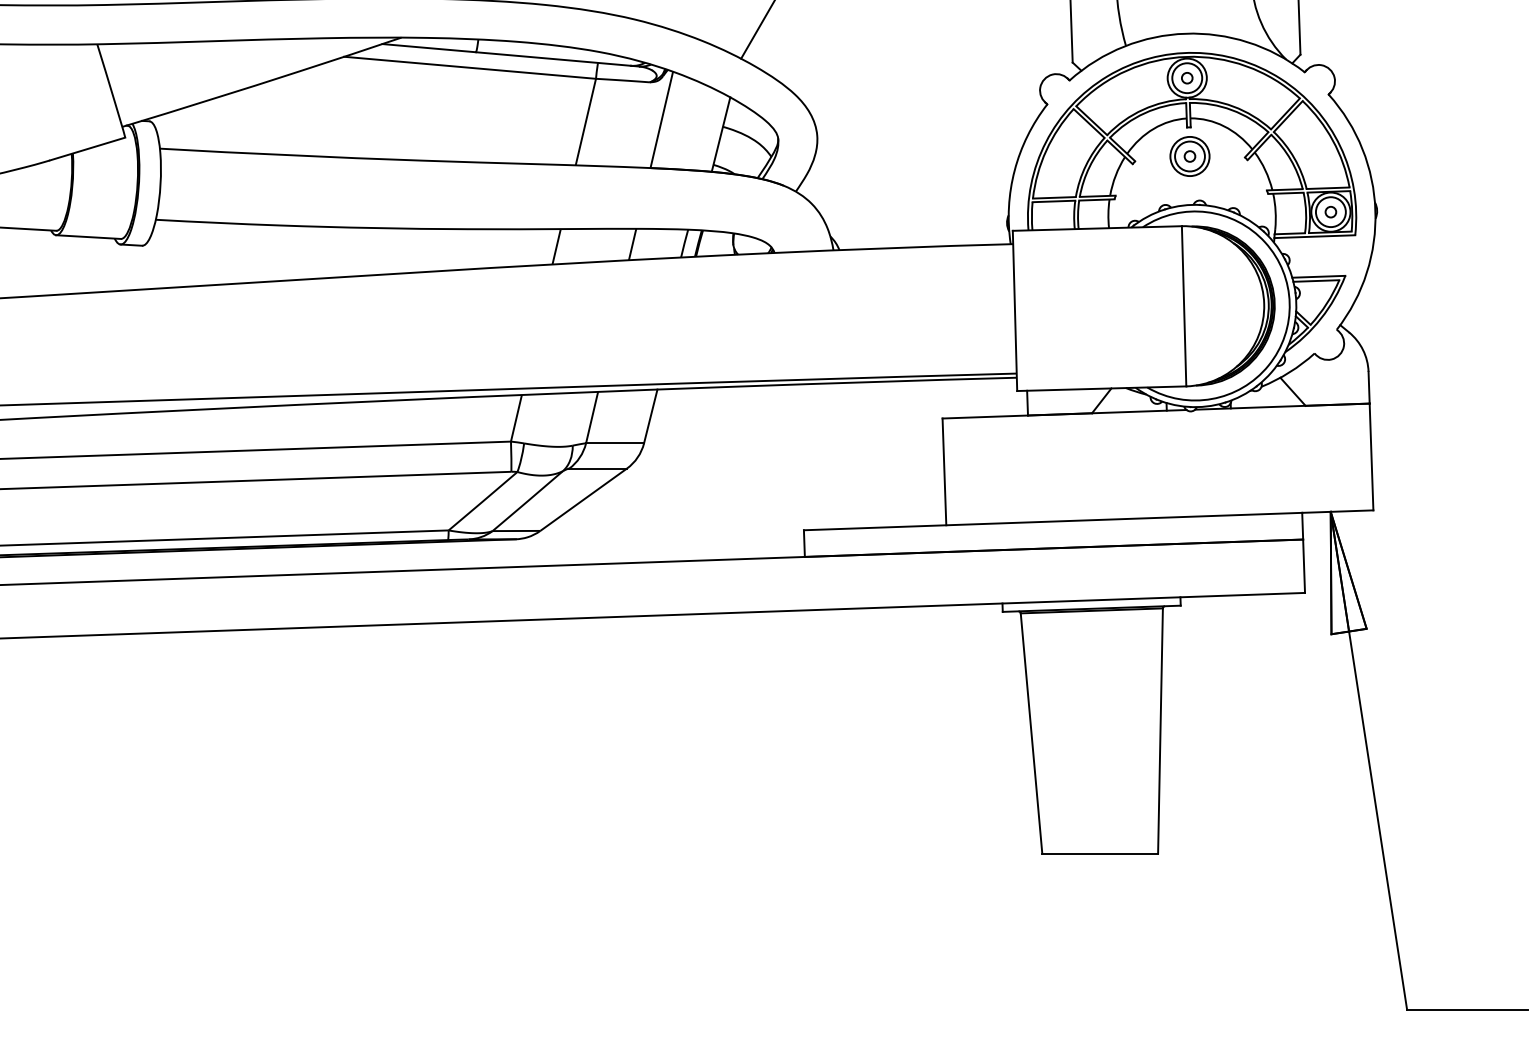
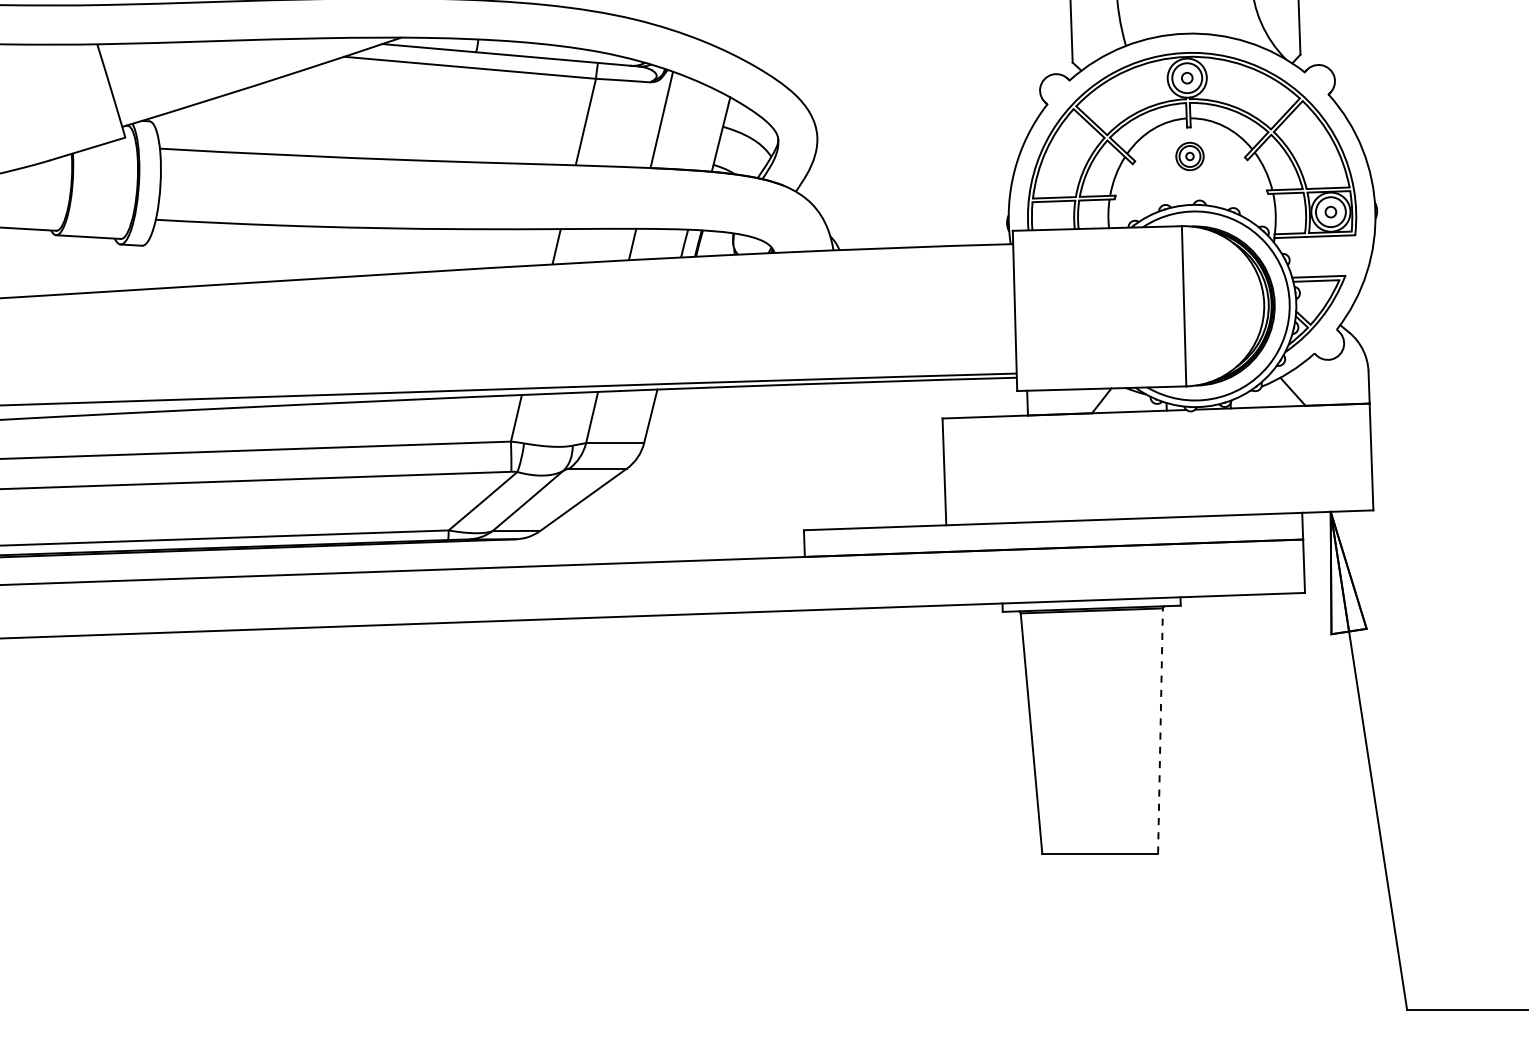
line at (757, 30): present -> none
part at (1189, 156) size: 42x41 px -> 30x31 px
line at (1160, 731): solid -> dashed
